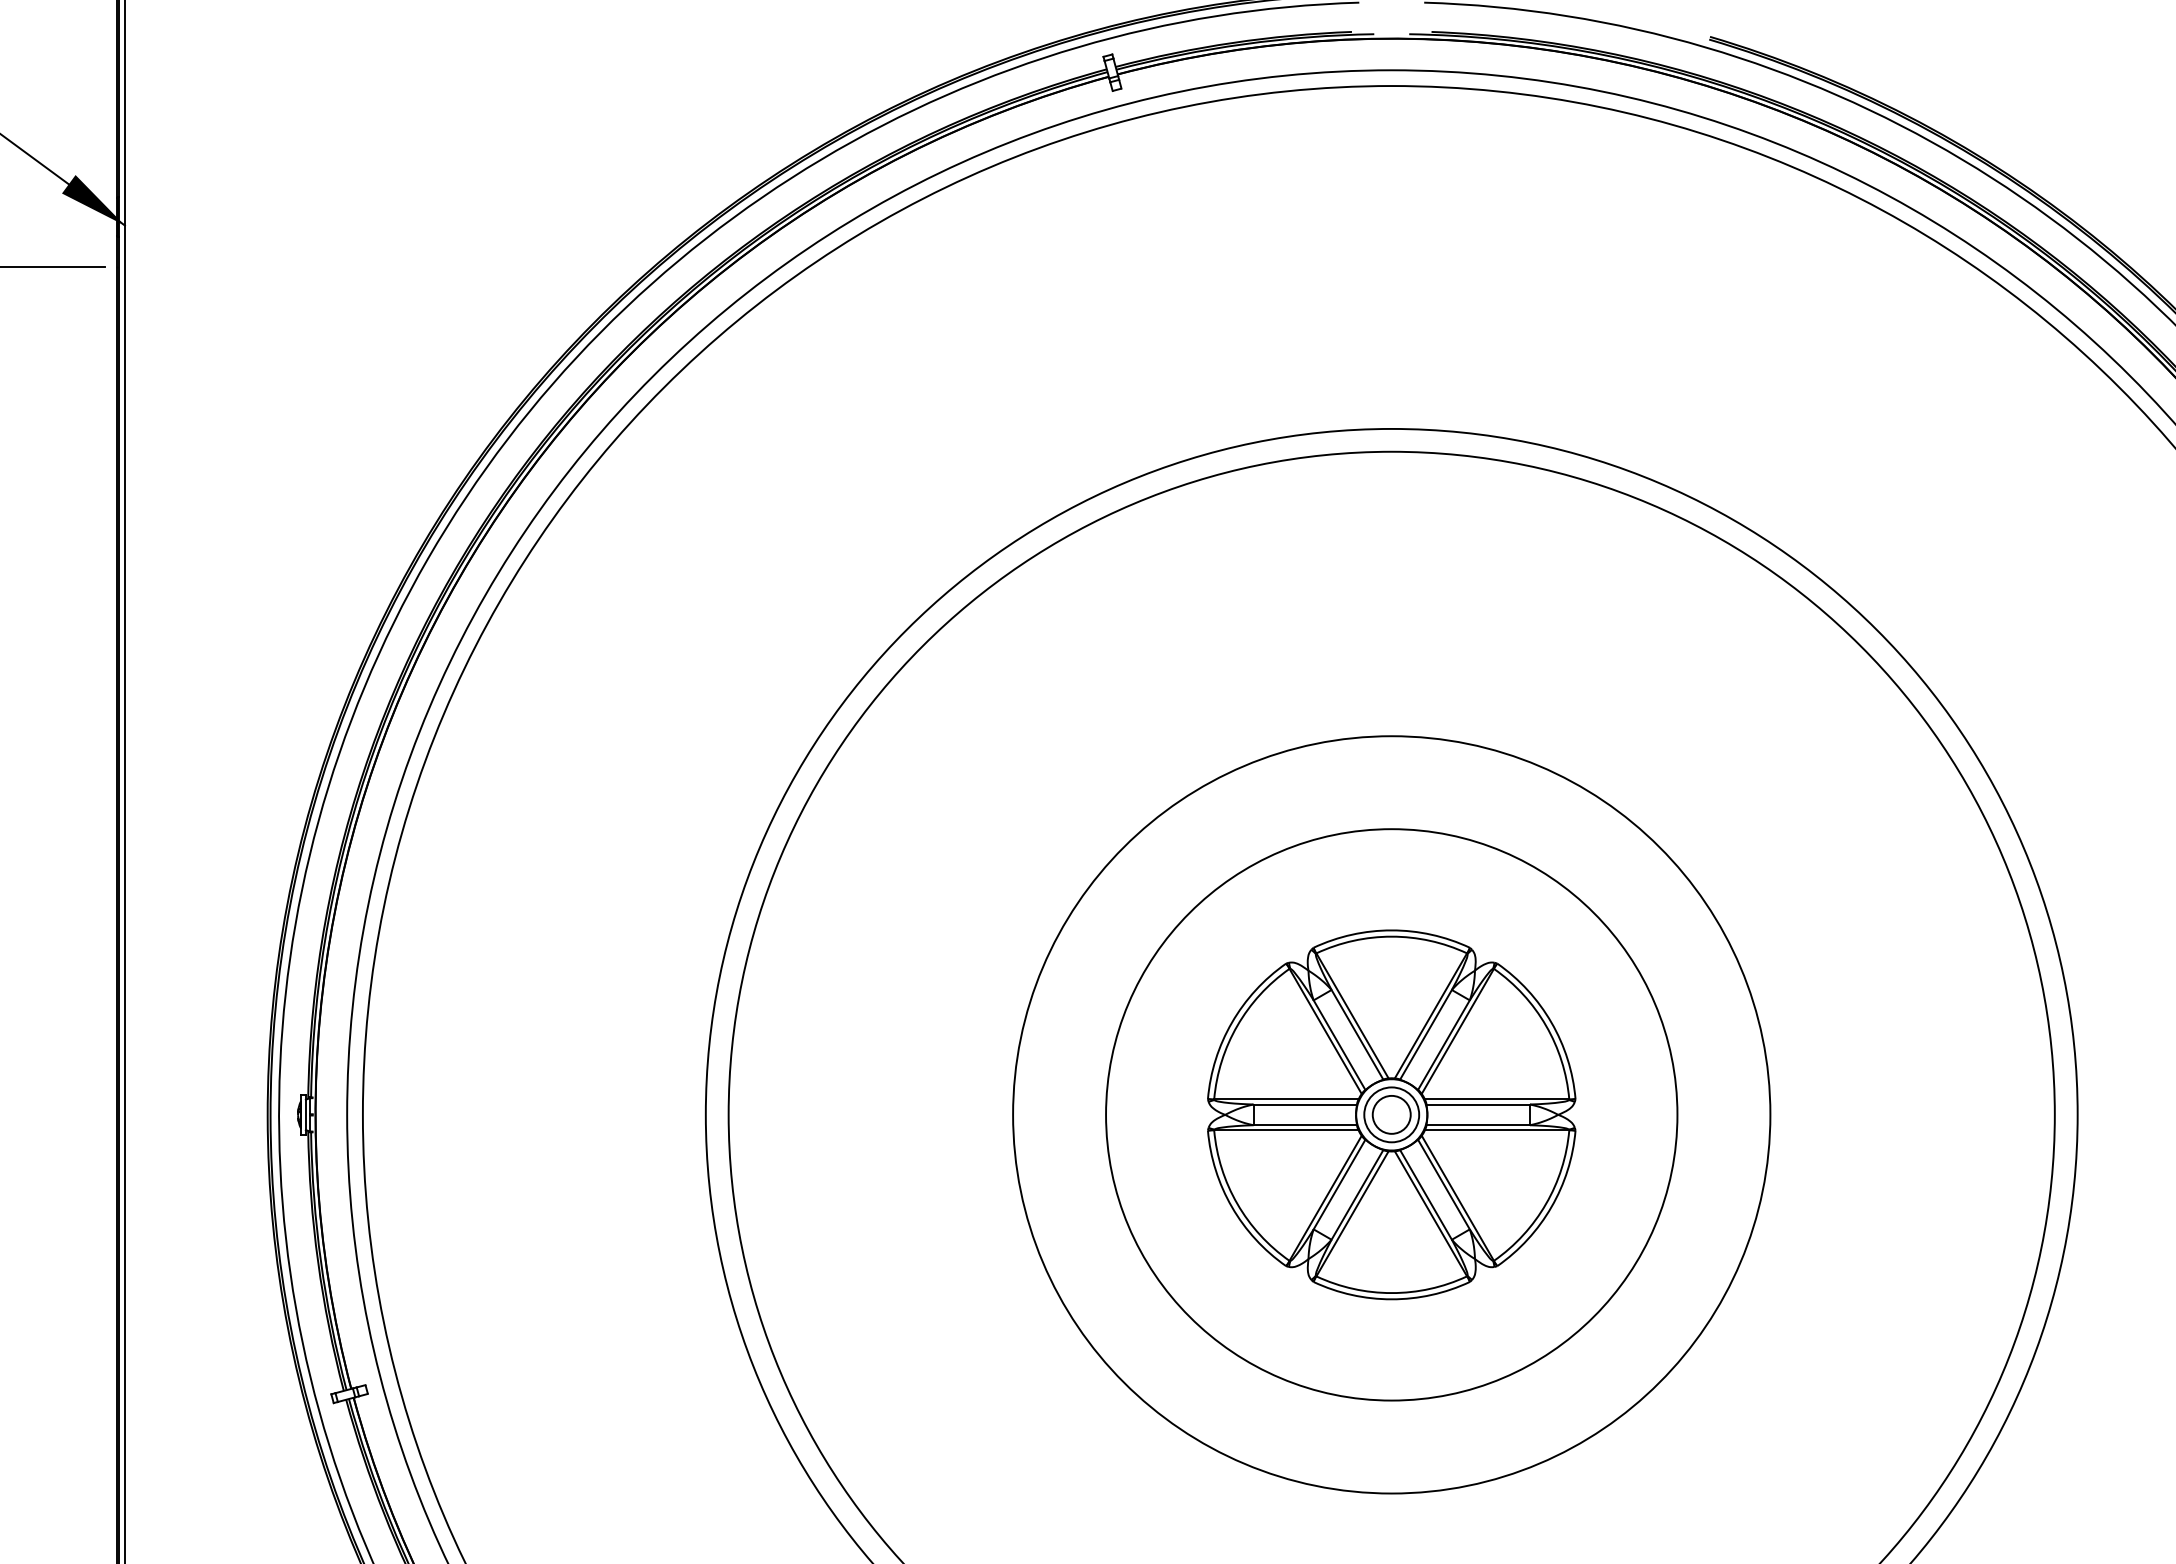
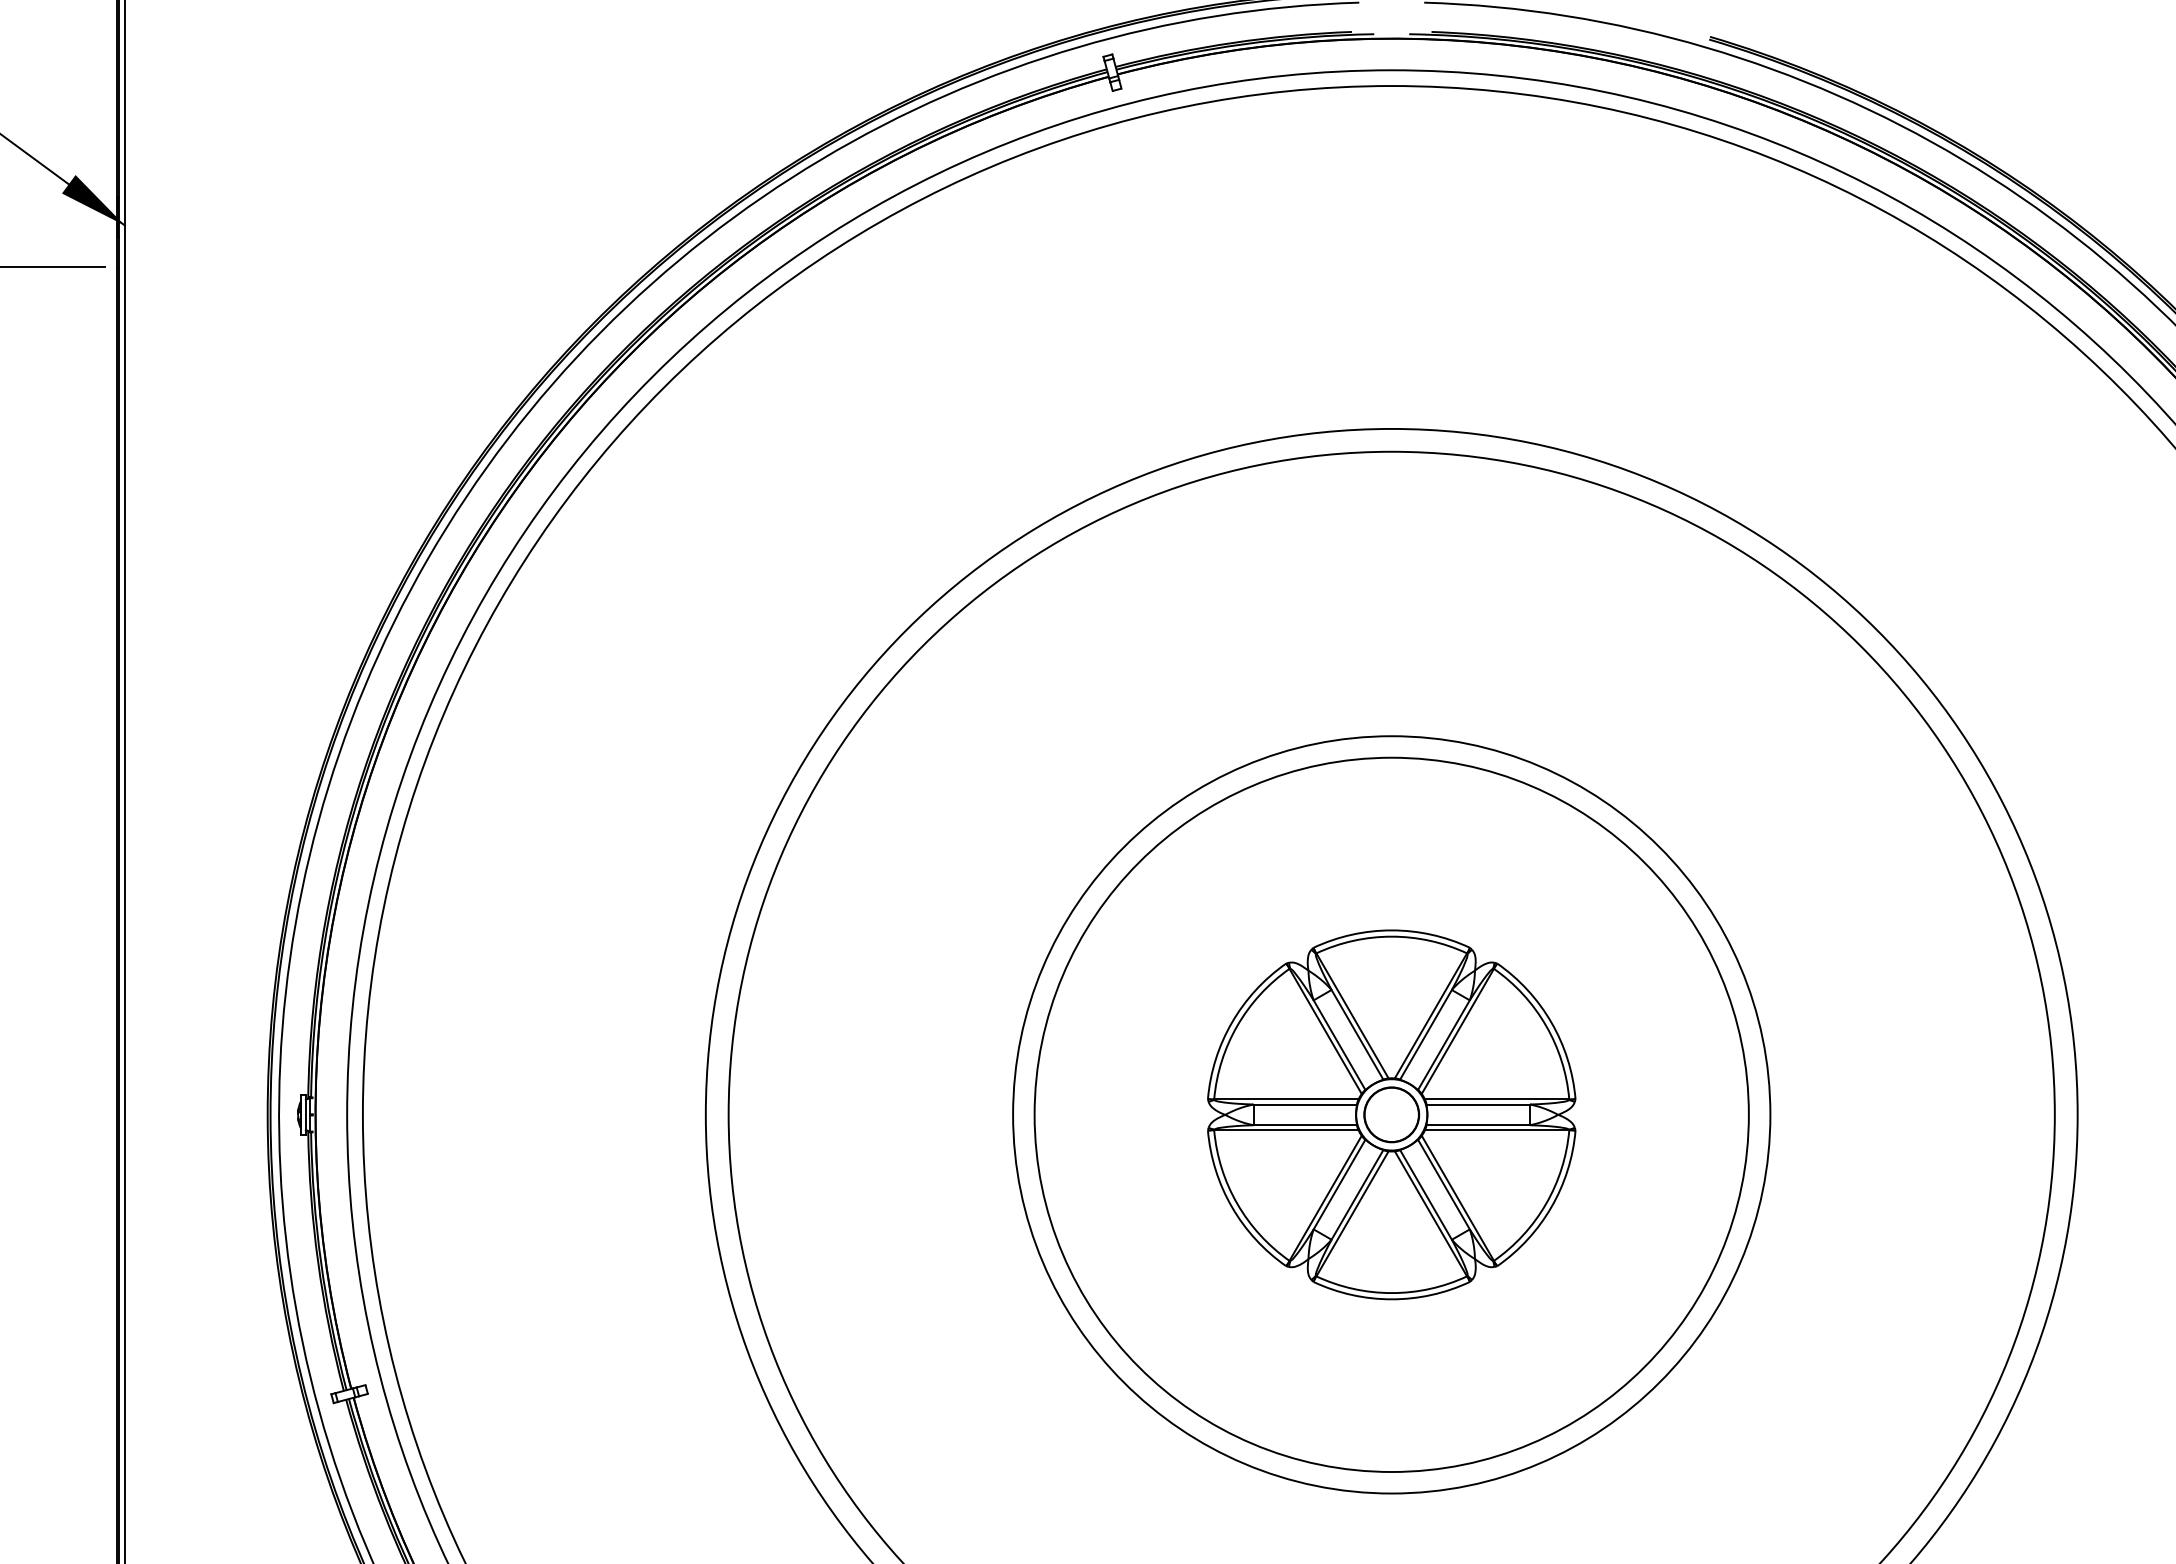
circle at (1391, 1114) diameter: 38 px -> 54 px
circle at (1391, 1114) diameter: 571 px -> 714 px
